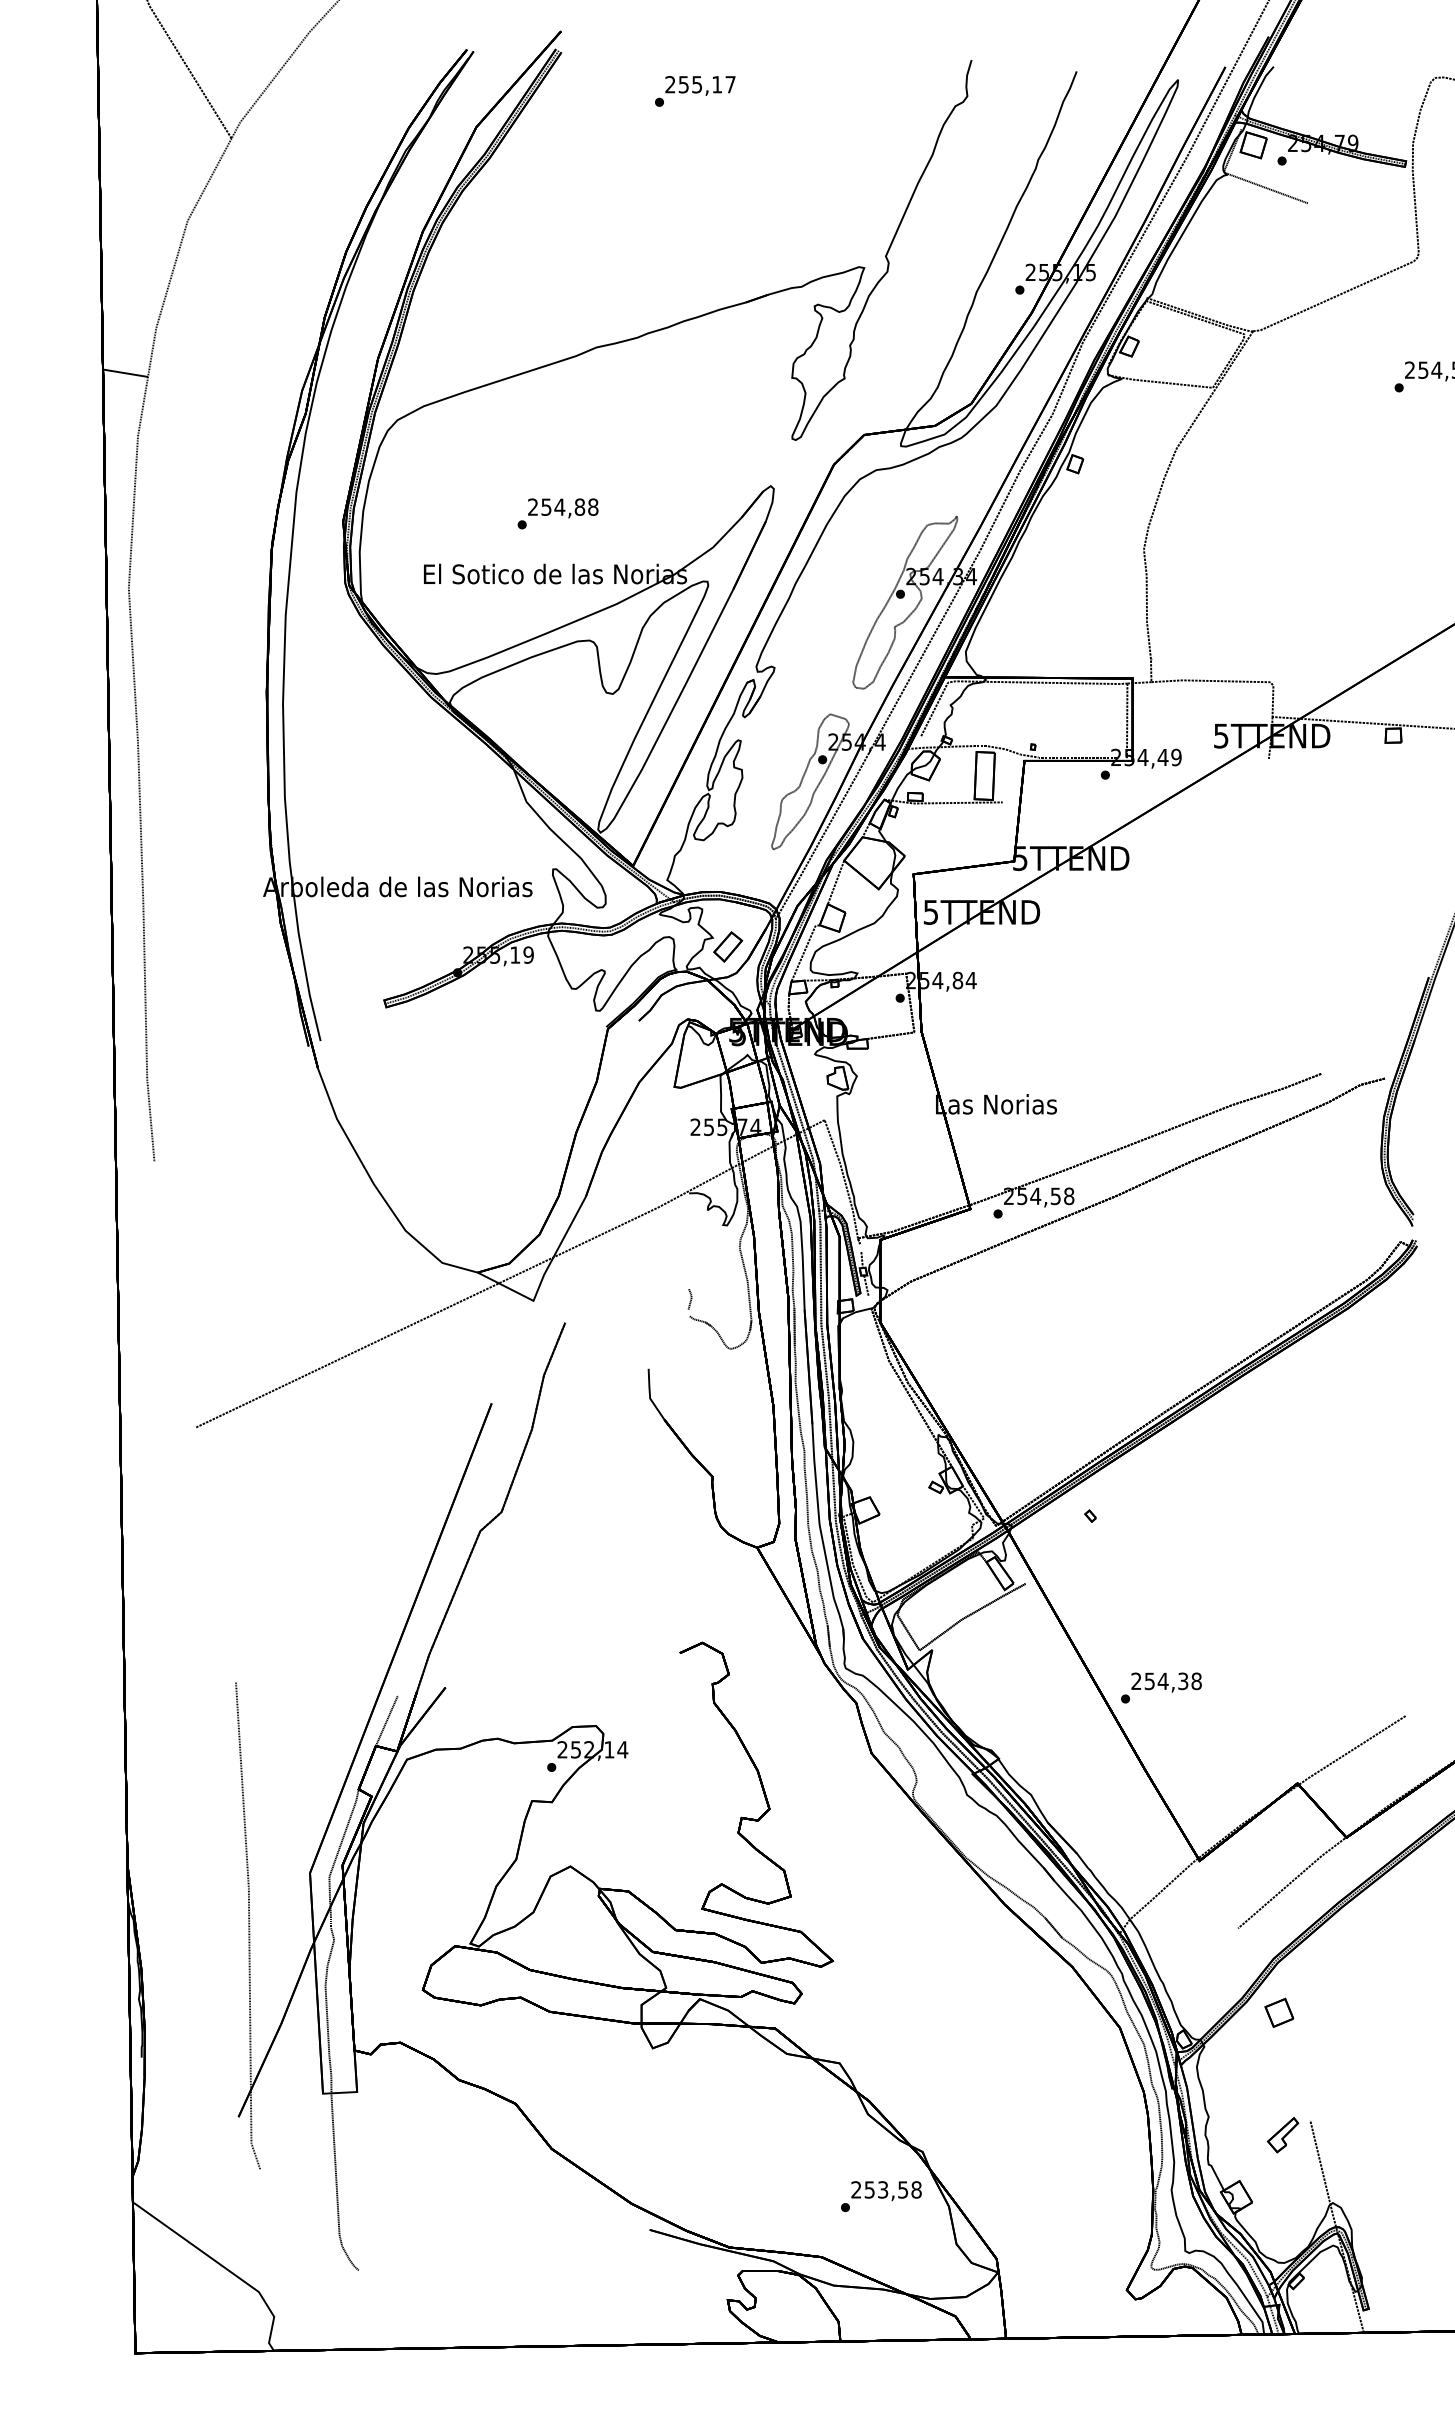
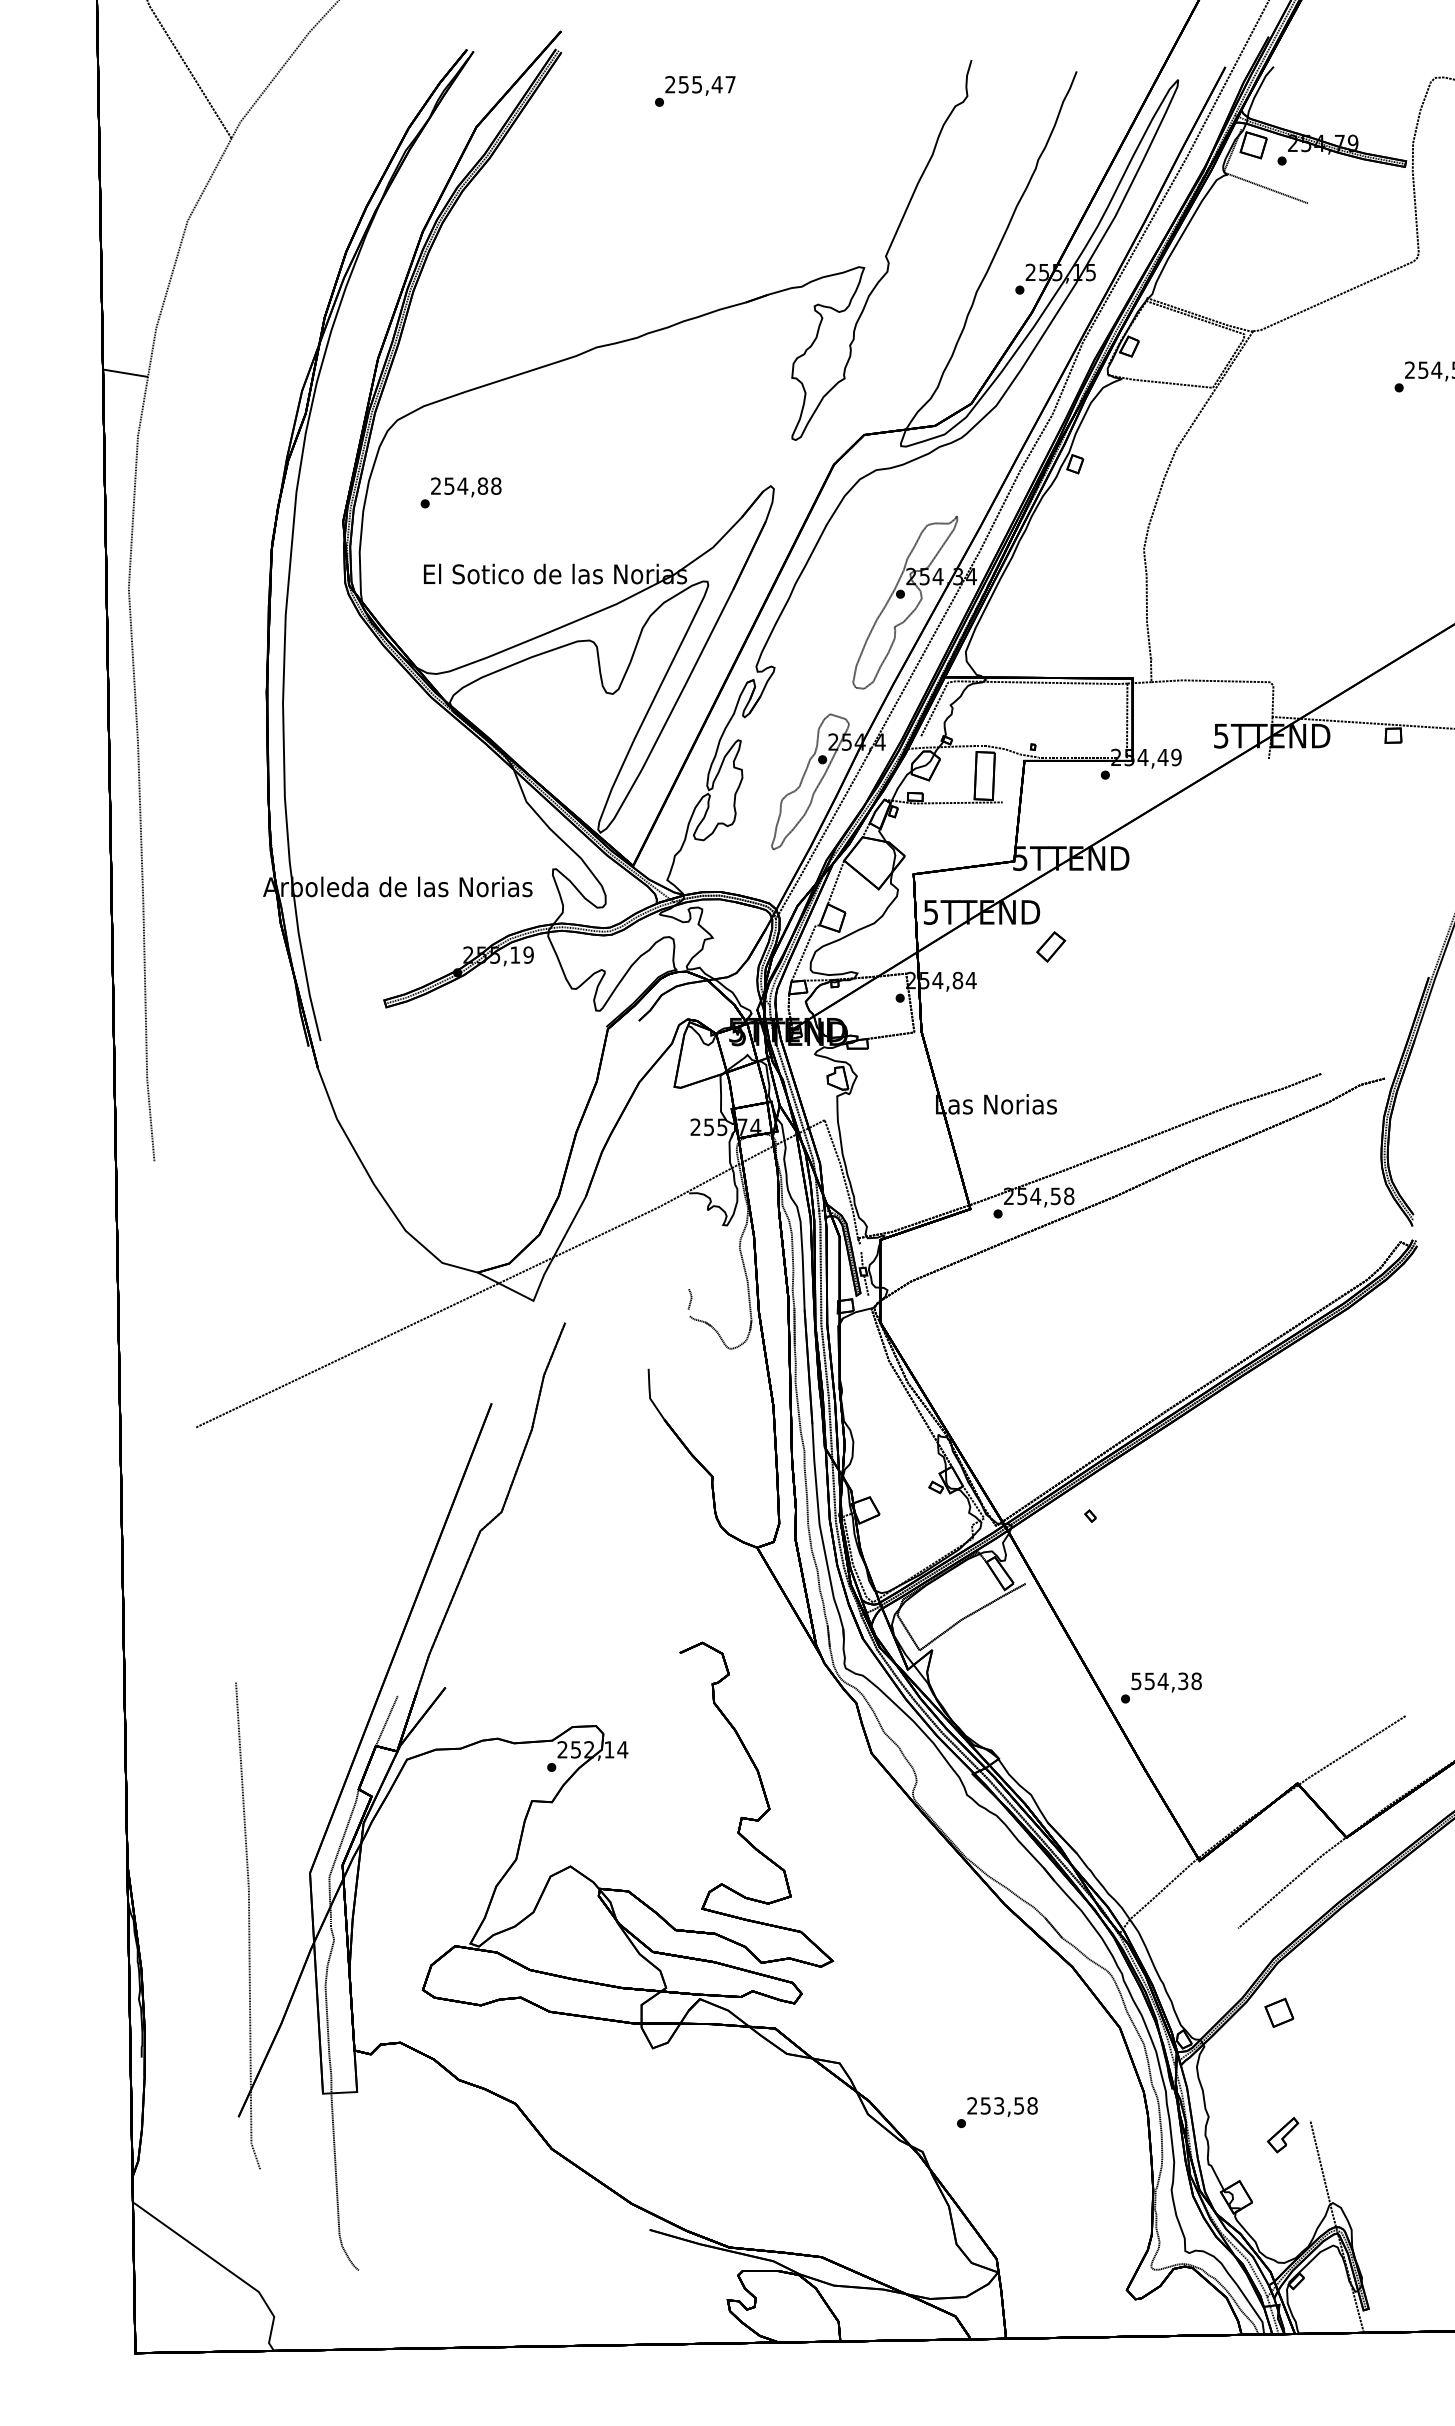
text at (716, 84): 255,17 -> 255,47
text at (557, 513) position: (557, 513) -> (460, 492)
part at (728, 946) position: (728, 946) -> (1051, 946)
text at (1136, 1681): 254,38 -> 554,38
text at (881, 2196) position: (881, 2196) -> (997, 2112)
